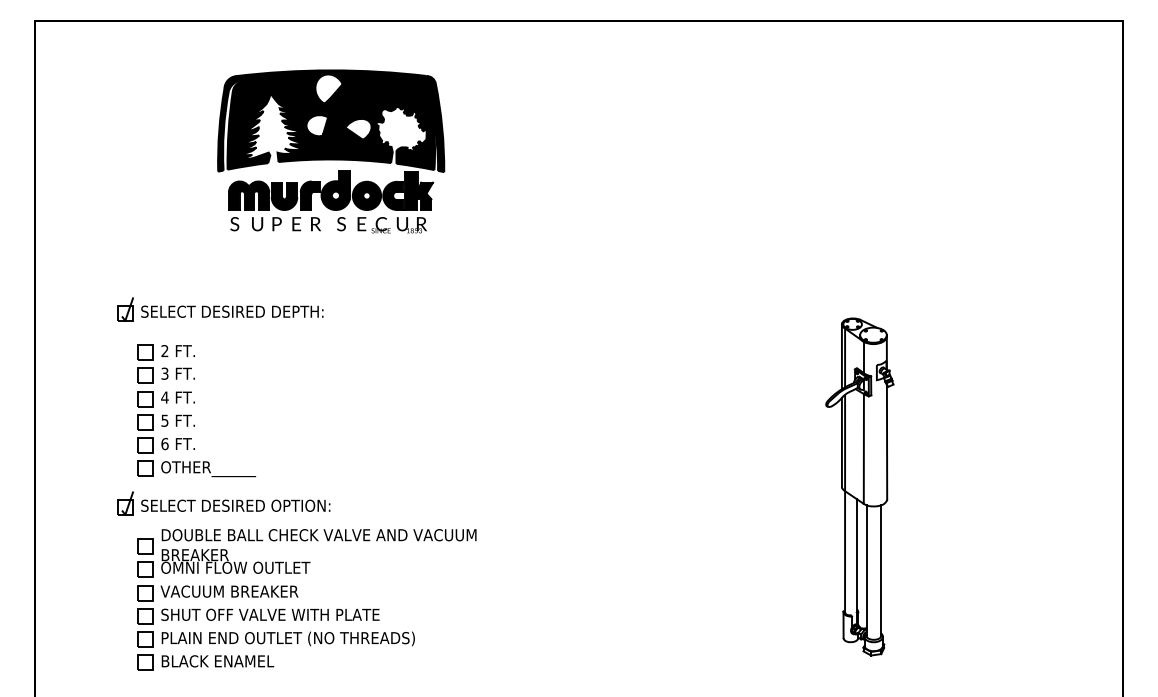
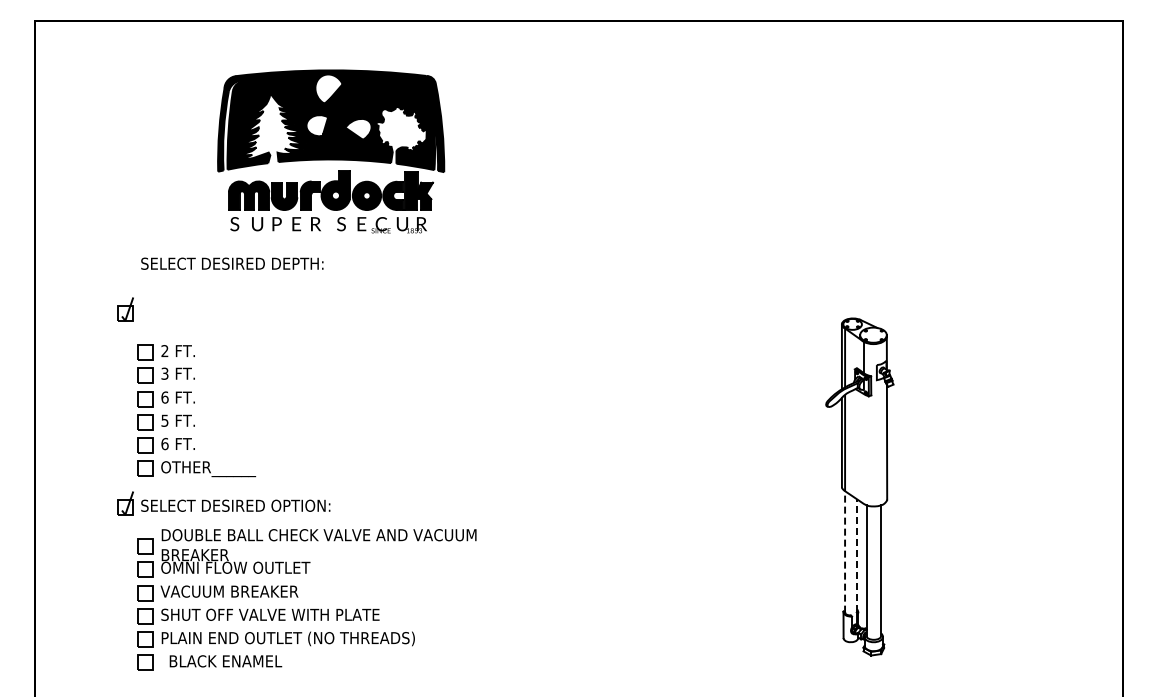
text at (232, 311) position: (232, 311) -> (232, 263)
text at (164, 397): 4 -> 6
line at (863, 448): present -> none
line at (845, 551): solid -> dashed
line at (856, 555): solid -> dashed
text at (217, 661) position: (217, 661) -> (225, 661)
